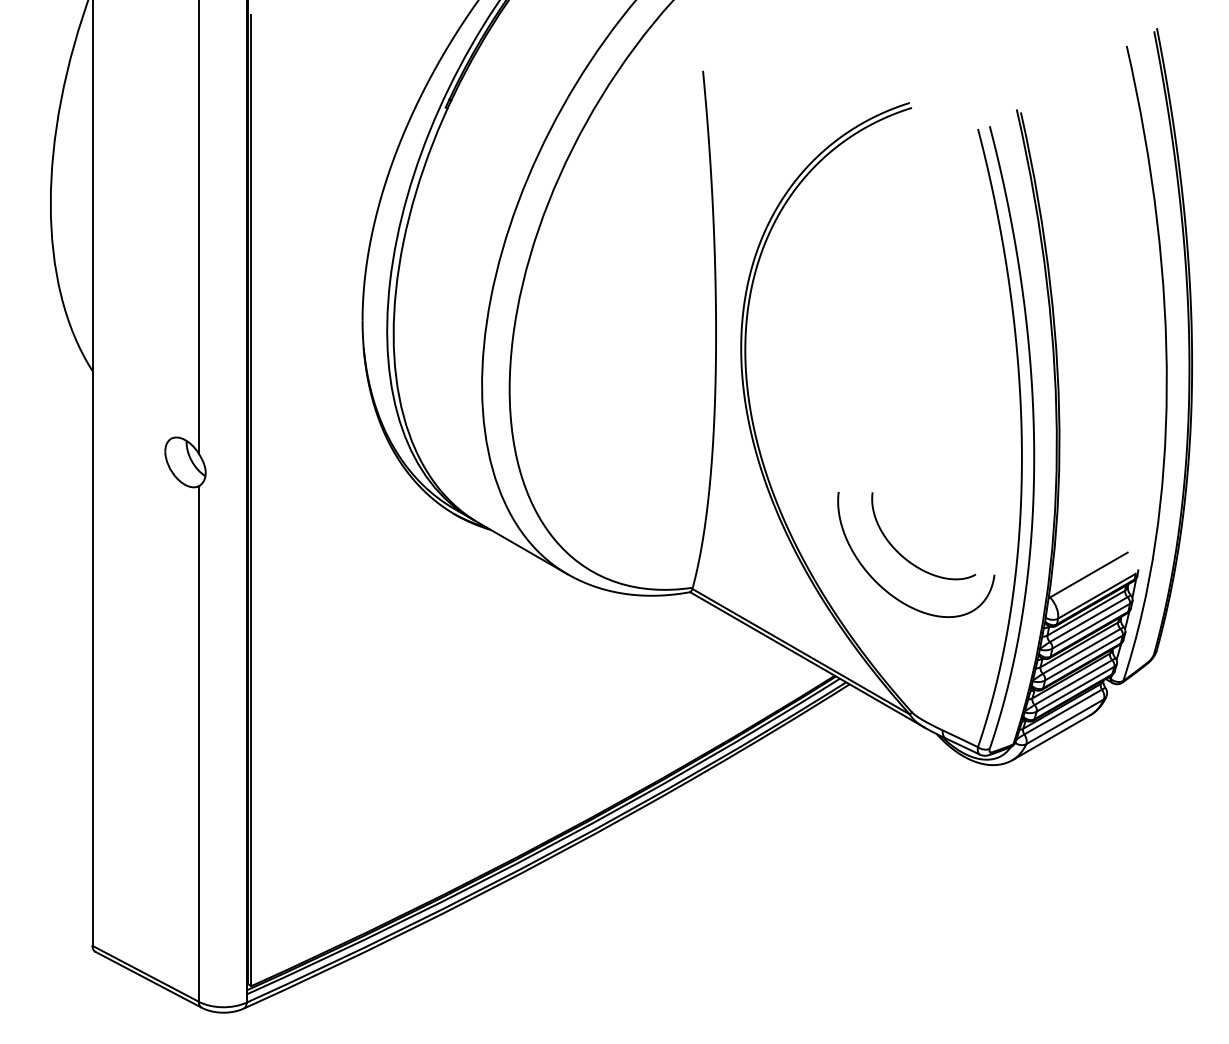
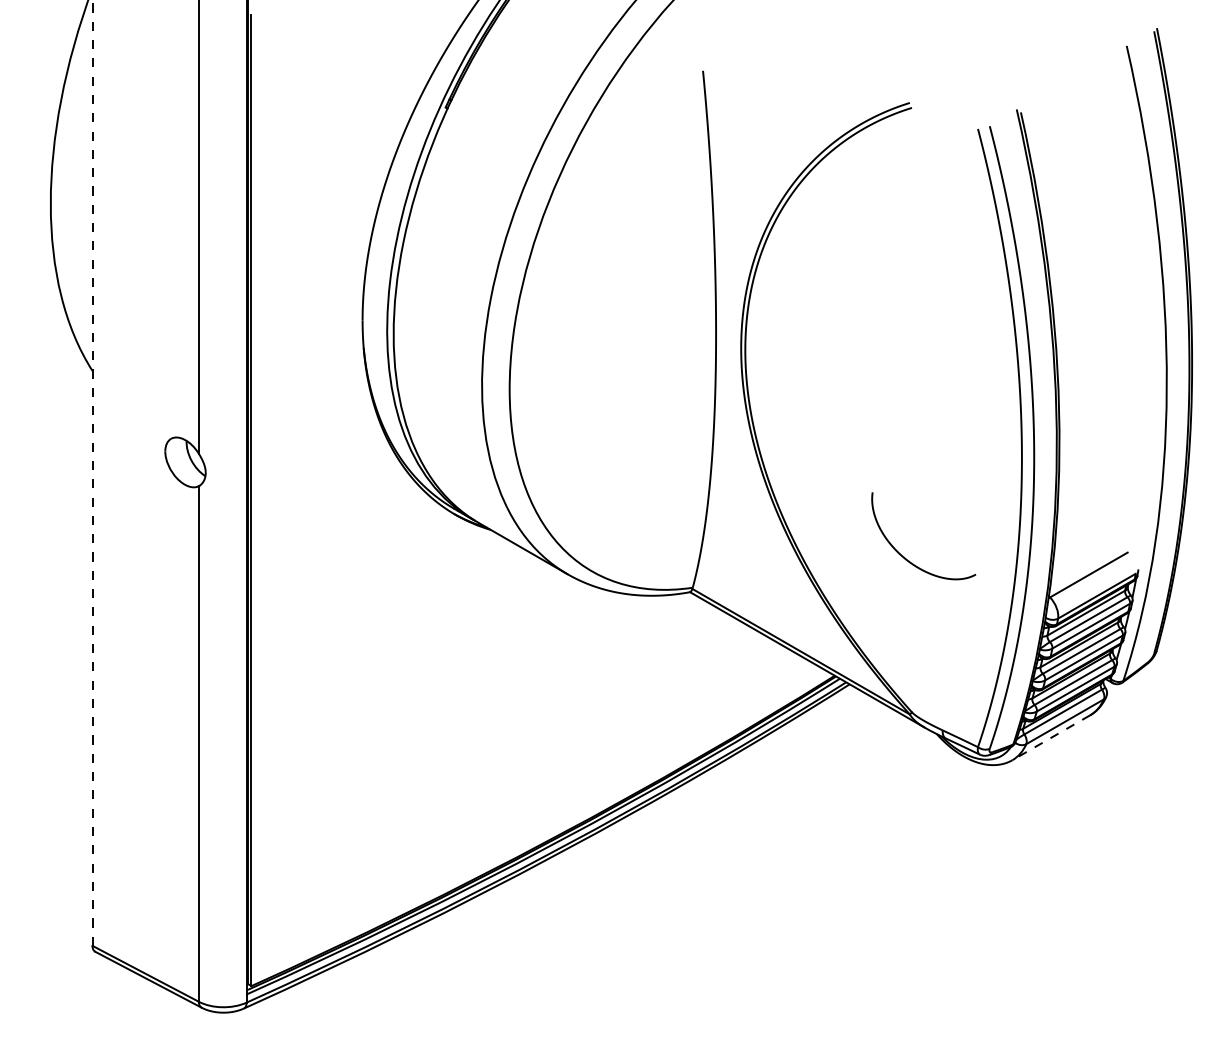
line at (92, 472): solid -> dashed
curve at (887, 590): present -> none
line at (1051, 737): solid -> dashed
